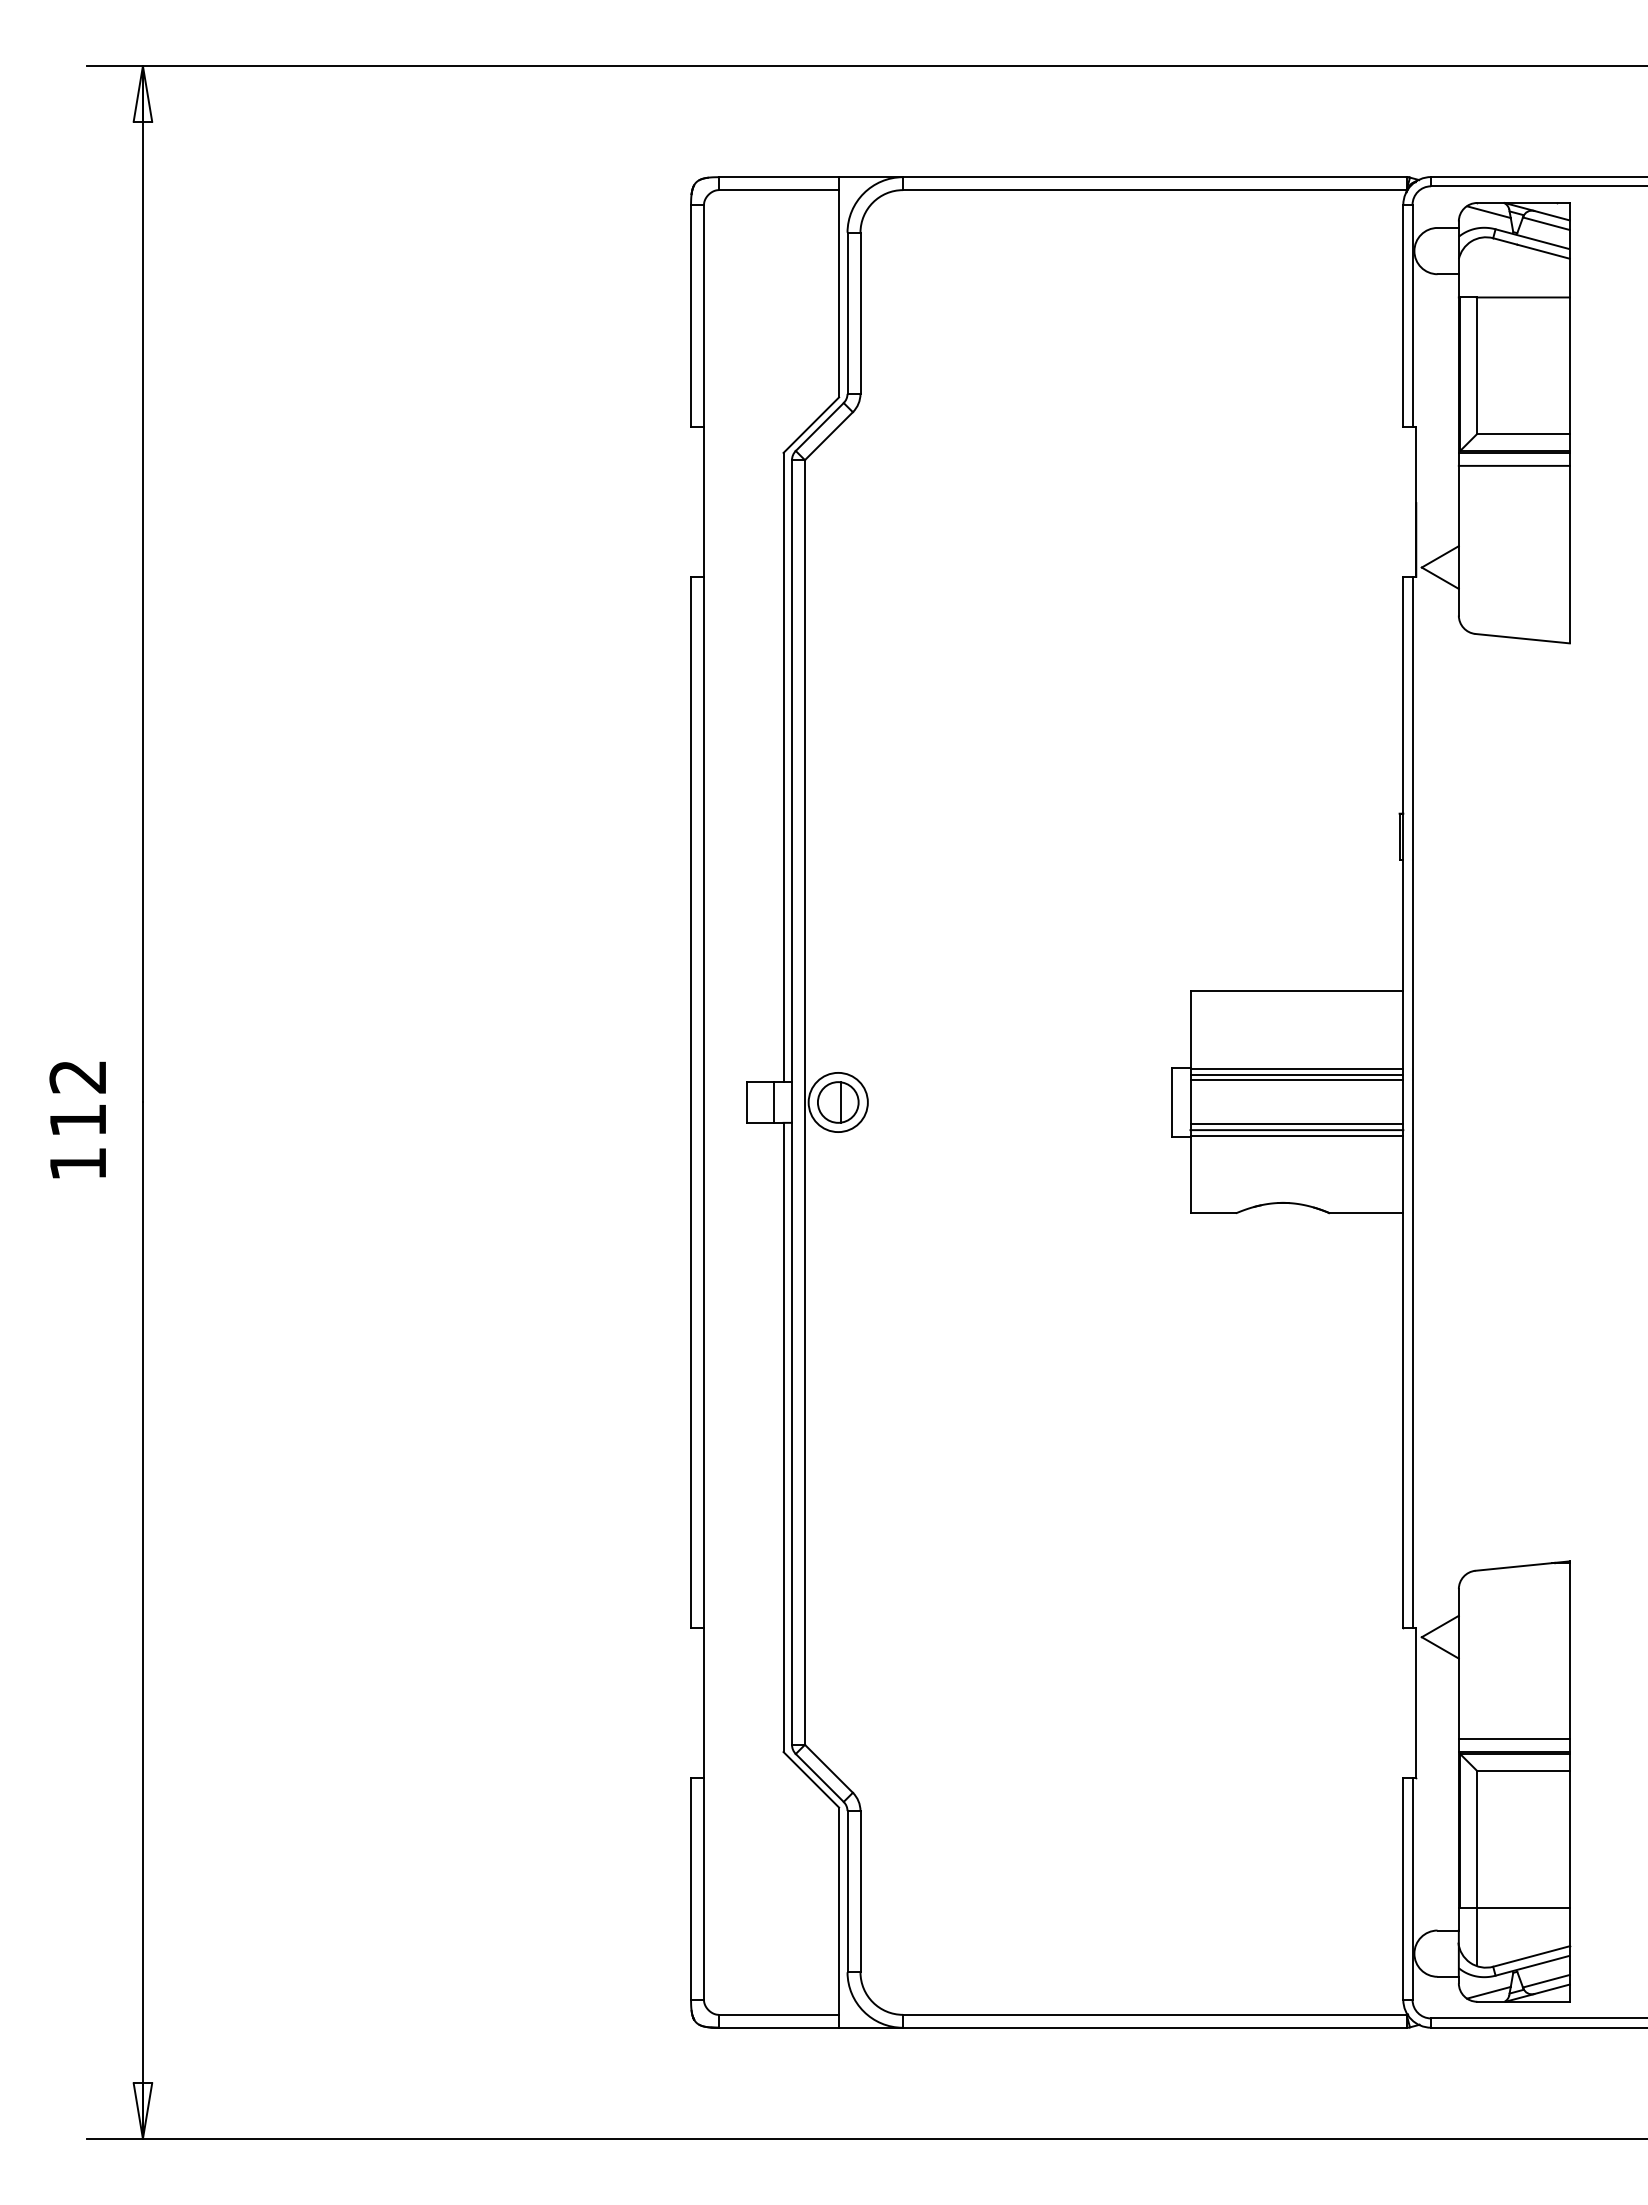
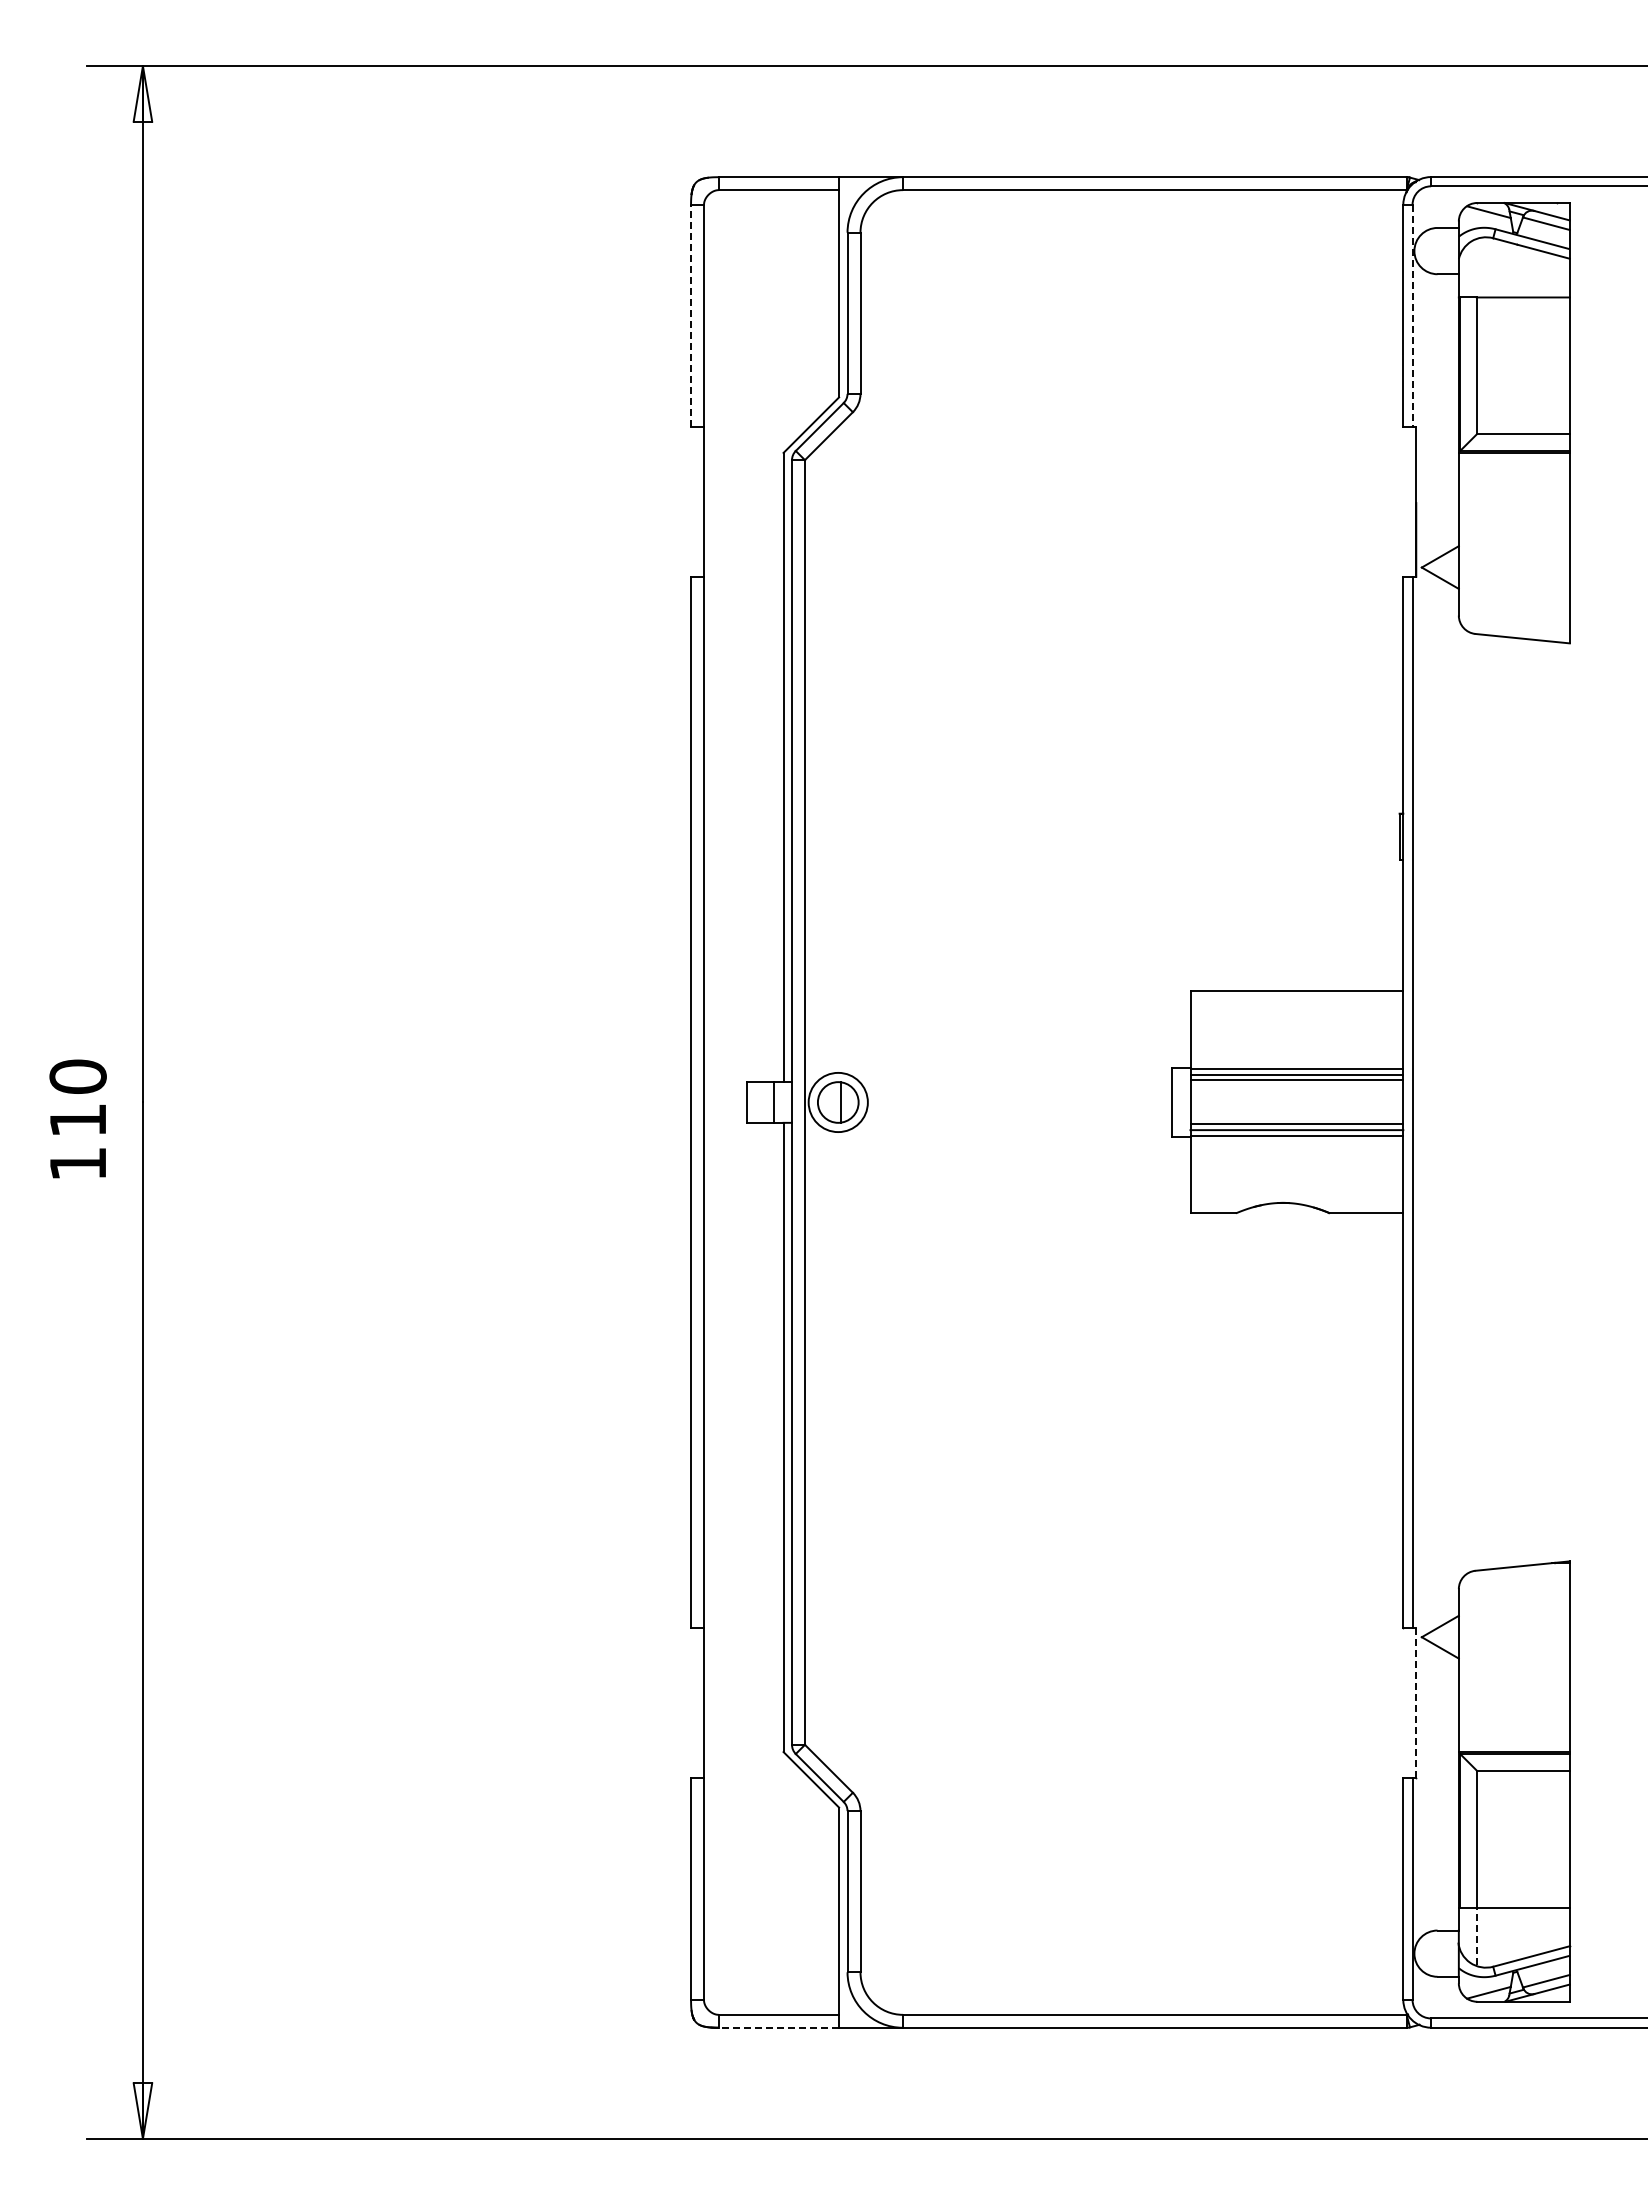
line at (691, 315): solid -> dashed
line at (1412, 316): solid -> dashed
line at (1513, 465): present -> none
text at (77, 1076): 112 -> 110
line at (1416, 1702): solid -> dashed
line at (1513, 1739): present -> none
line at (1476, 1936): solid -> dashed
line at (778, 2027): solid -> dashed
